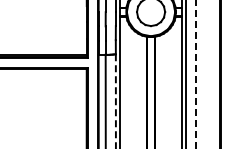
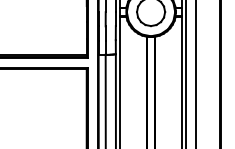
line at (196, 74): dashed -> solid
line at (115, 102): dashed -> solid
